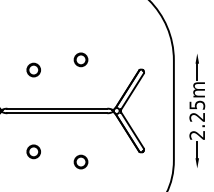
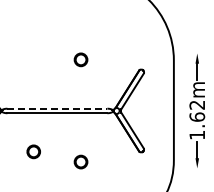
part at (33, 69): present -> none
line at (57, 108): solid -> dashed
text at (197, 119): 2.25m -> 1.62m
